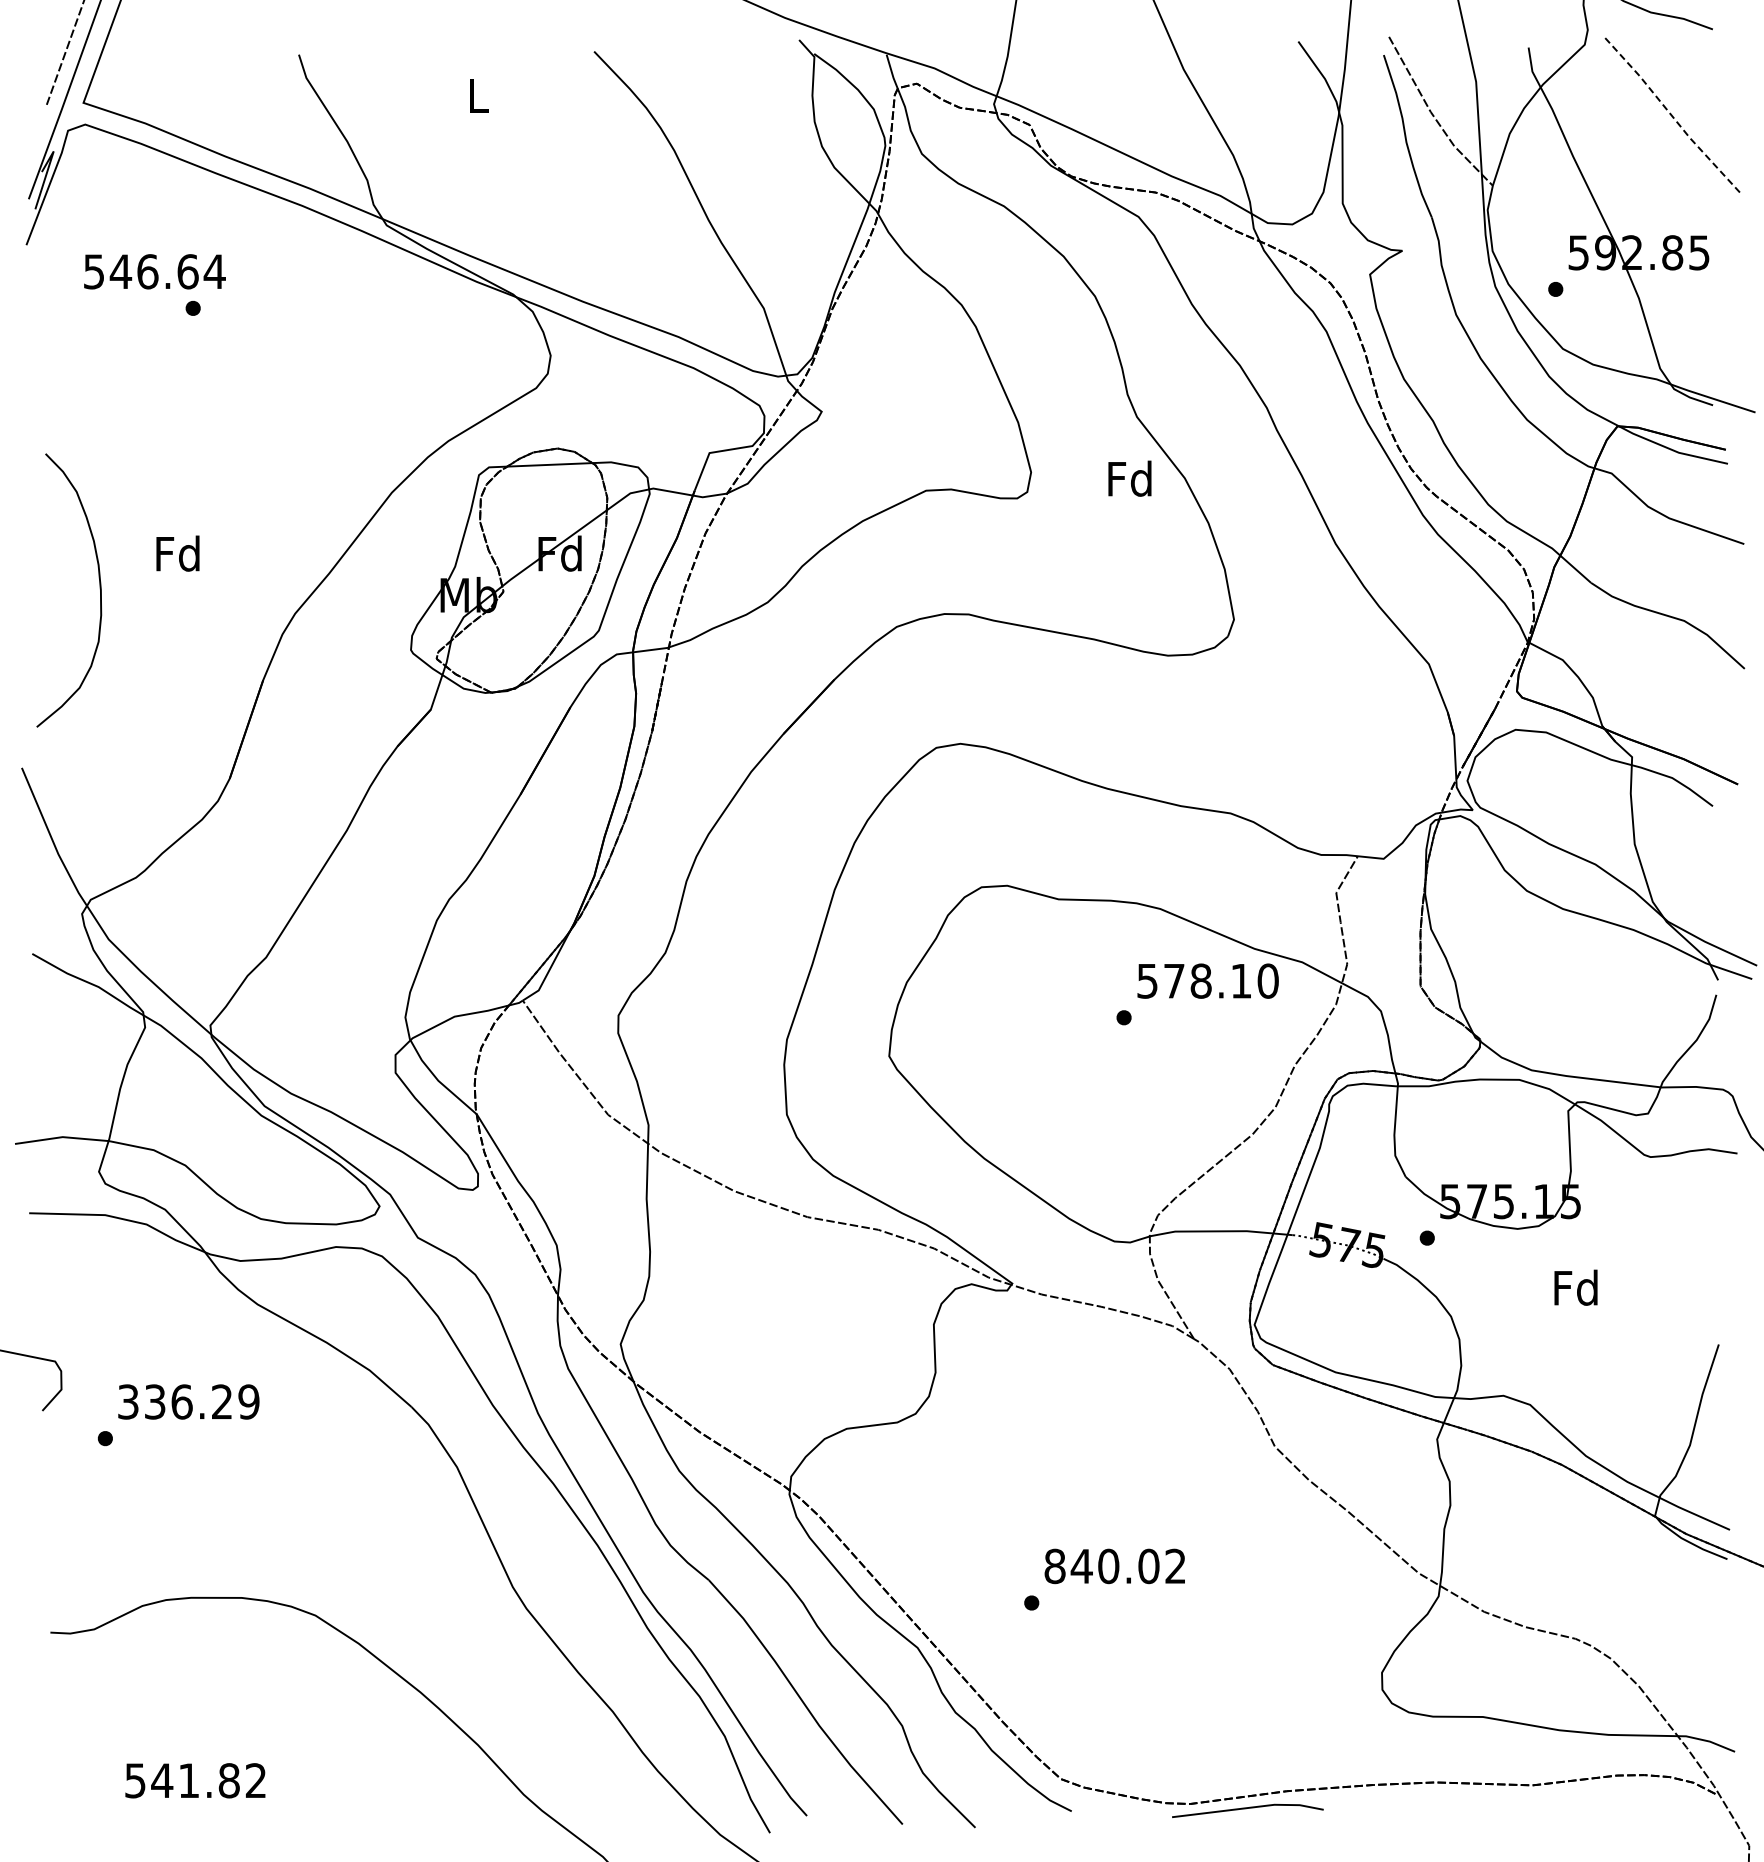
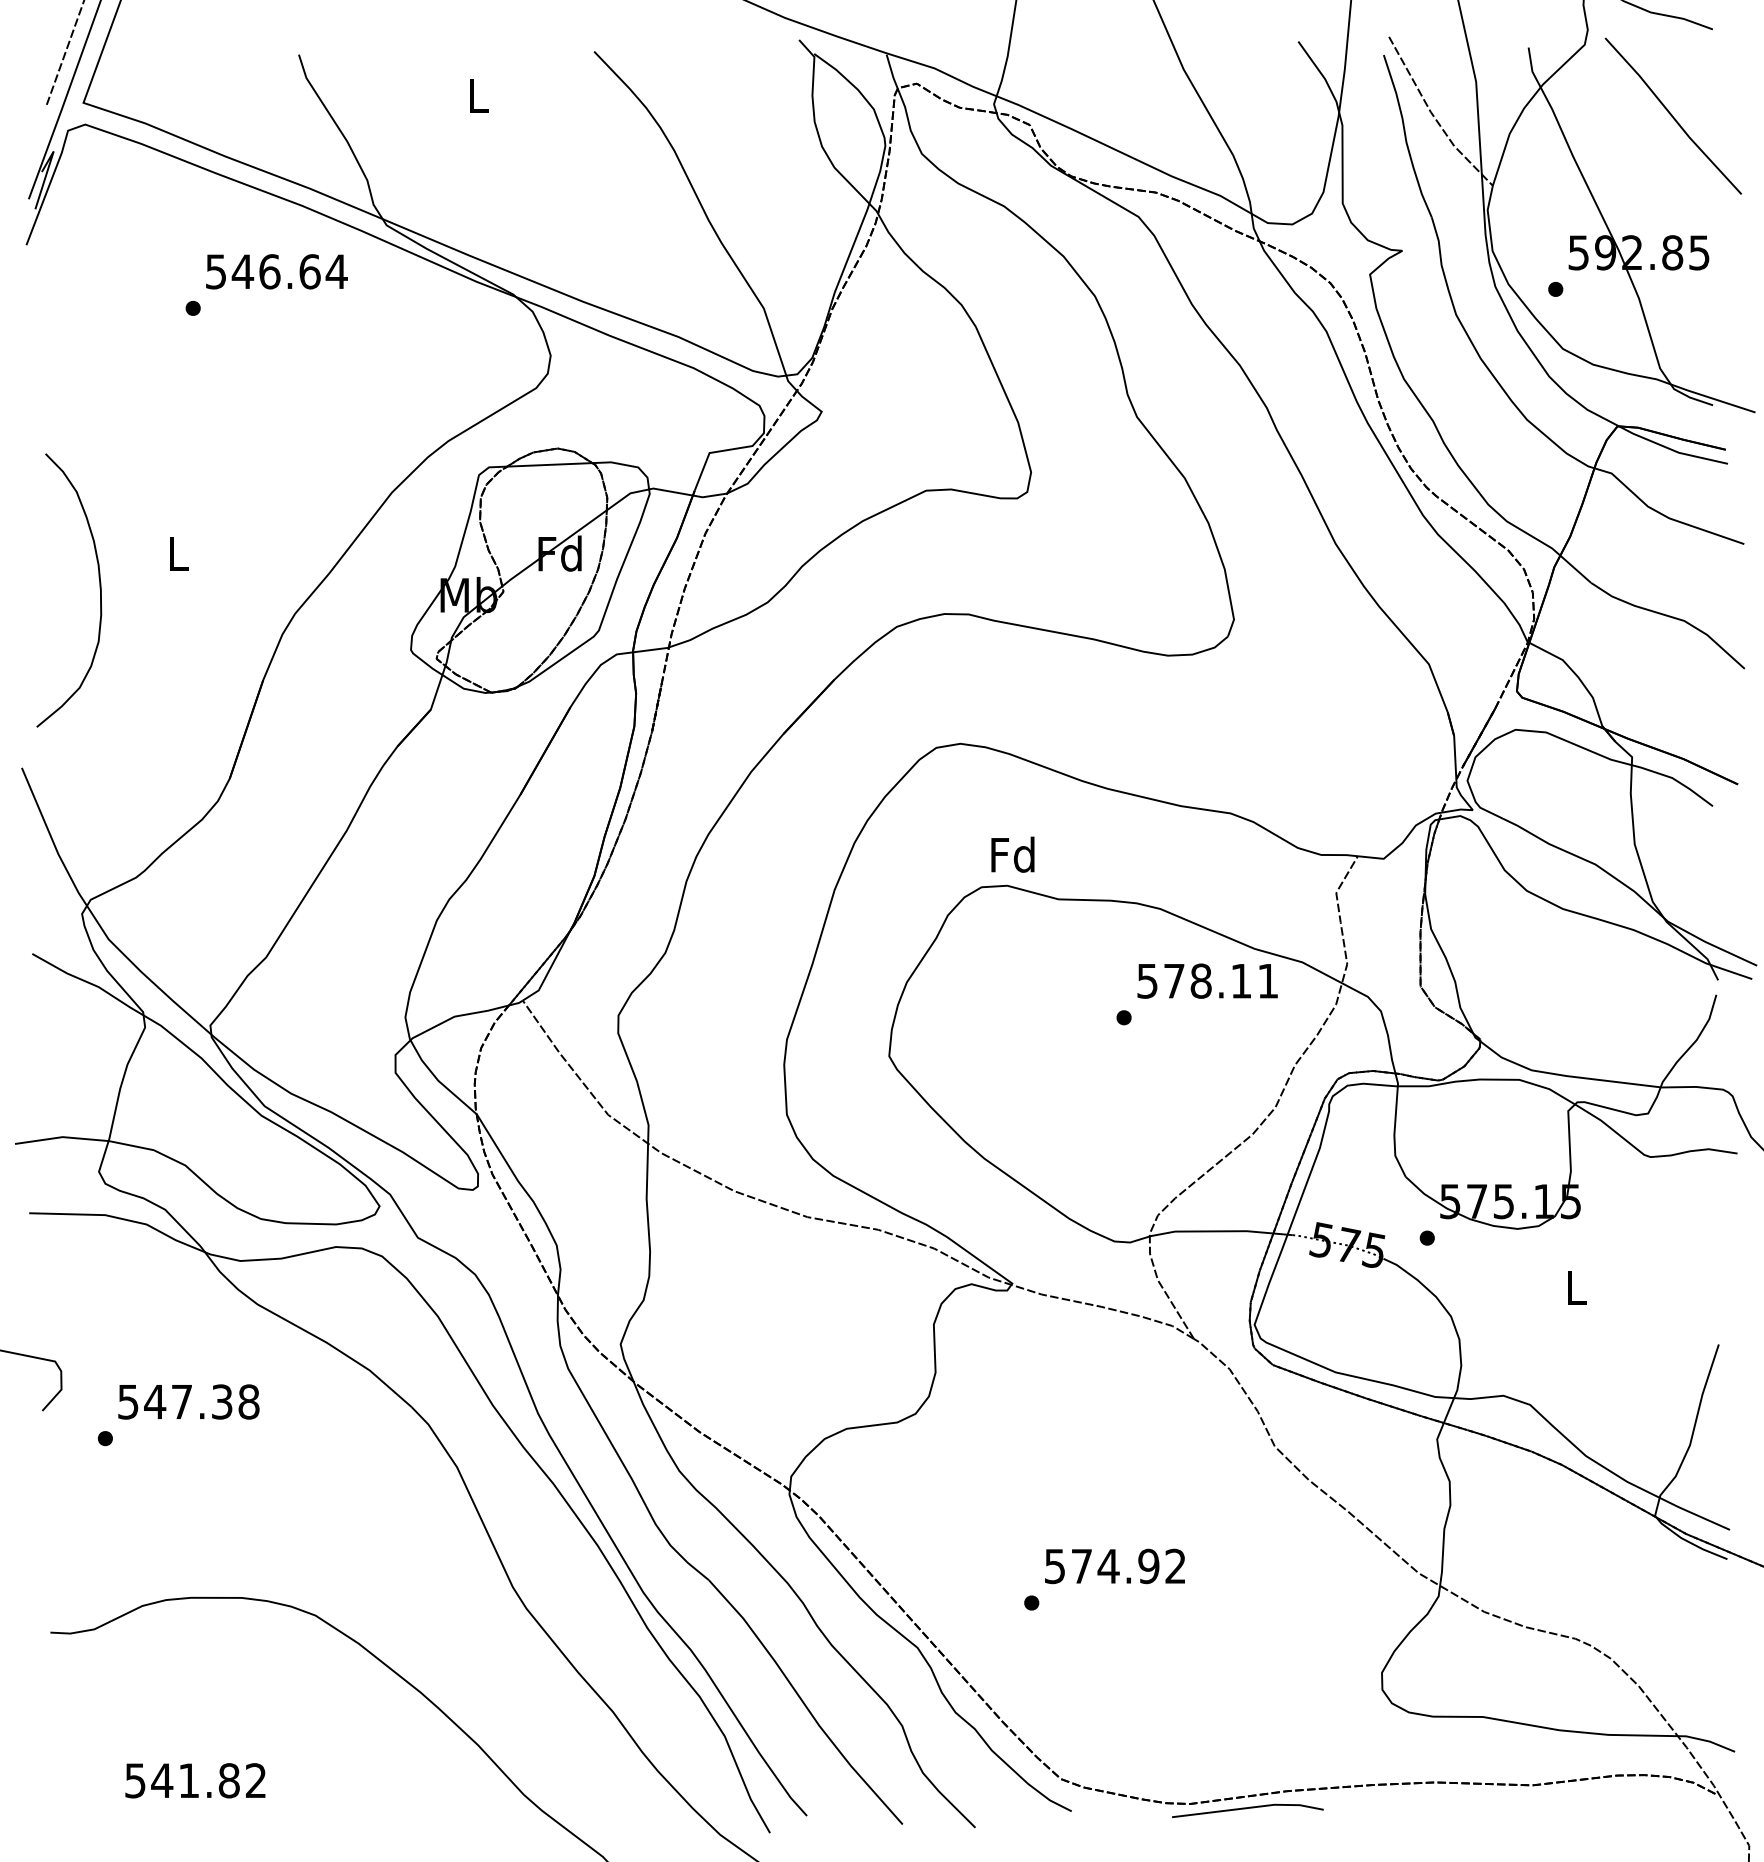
line at (1672, 116): dashed -> solid
text at (154, 271) position: (154, 271) -> (276, 271)
text at (1129, 478) position: (1129, 478) -> (1012, 854)
text at (177, 553): Fd -> L
text at (1267, 980): 578.10 -> 578.11
text at (1575, 1287): Fd -> L
text at (188, 1401): 336.29 -> 547.38
text at (1101, 1566): 840.02 -> 574.92
